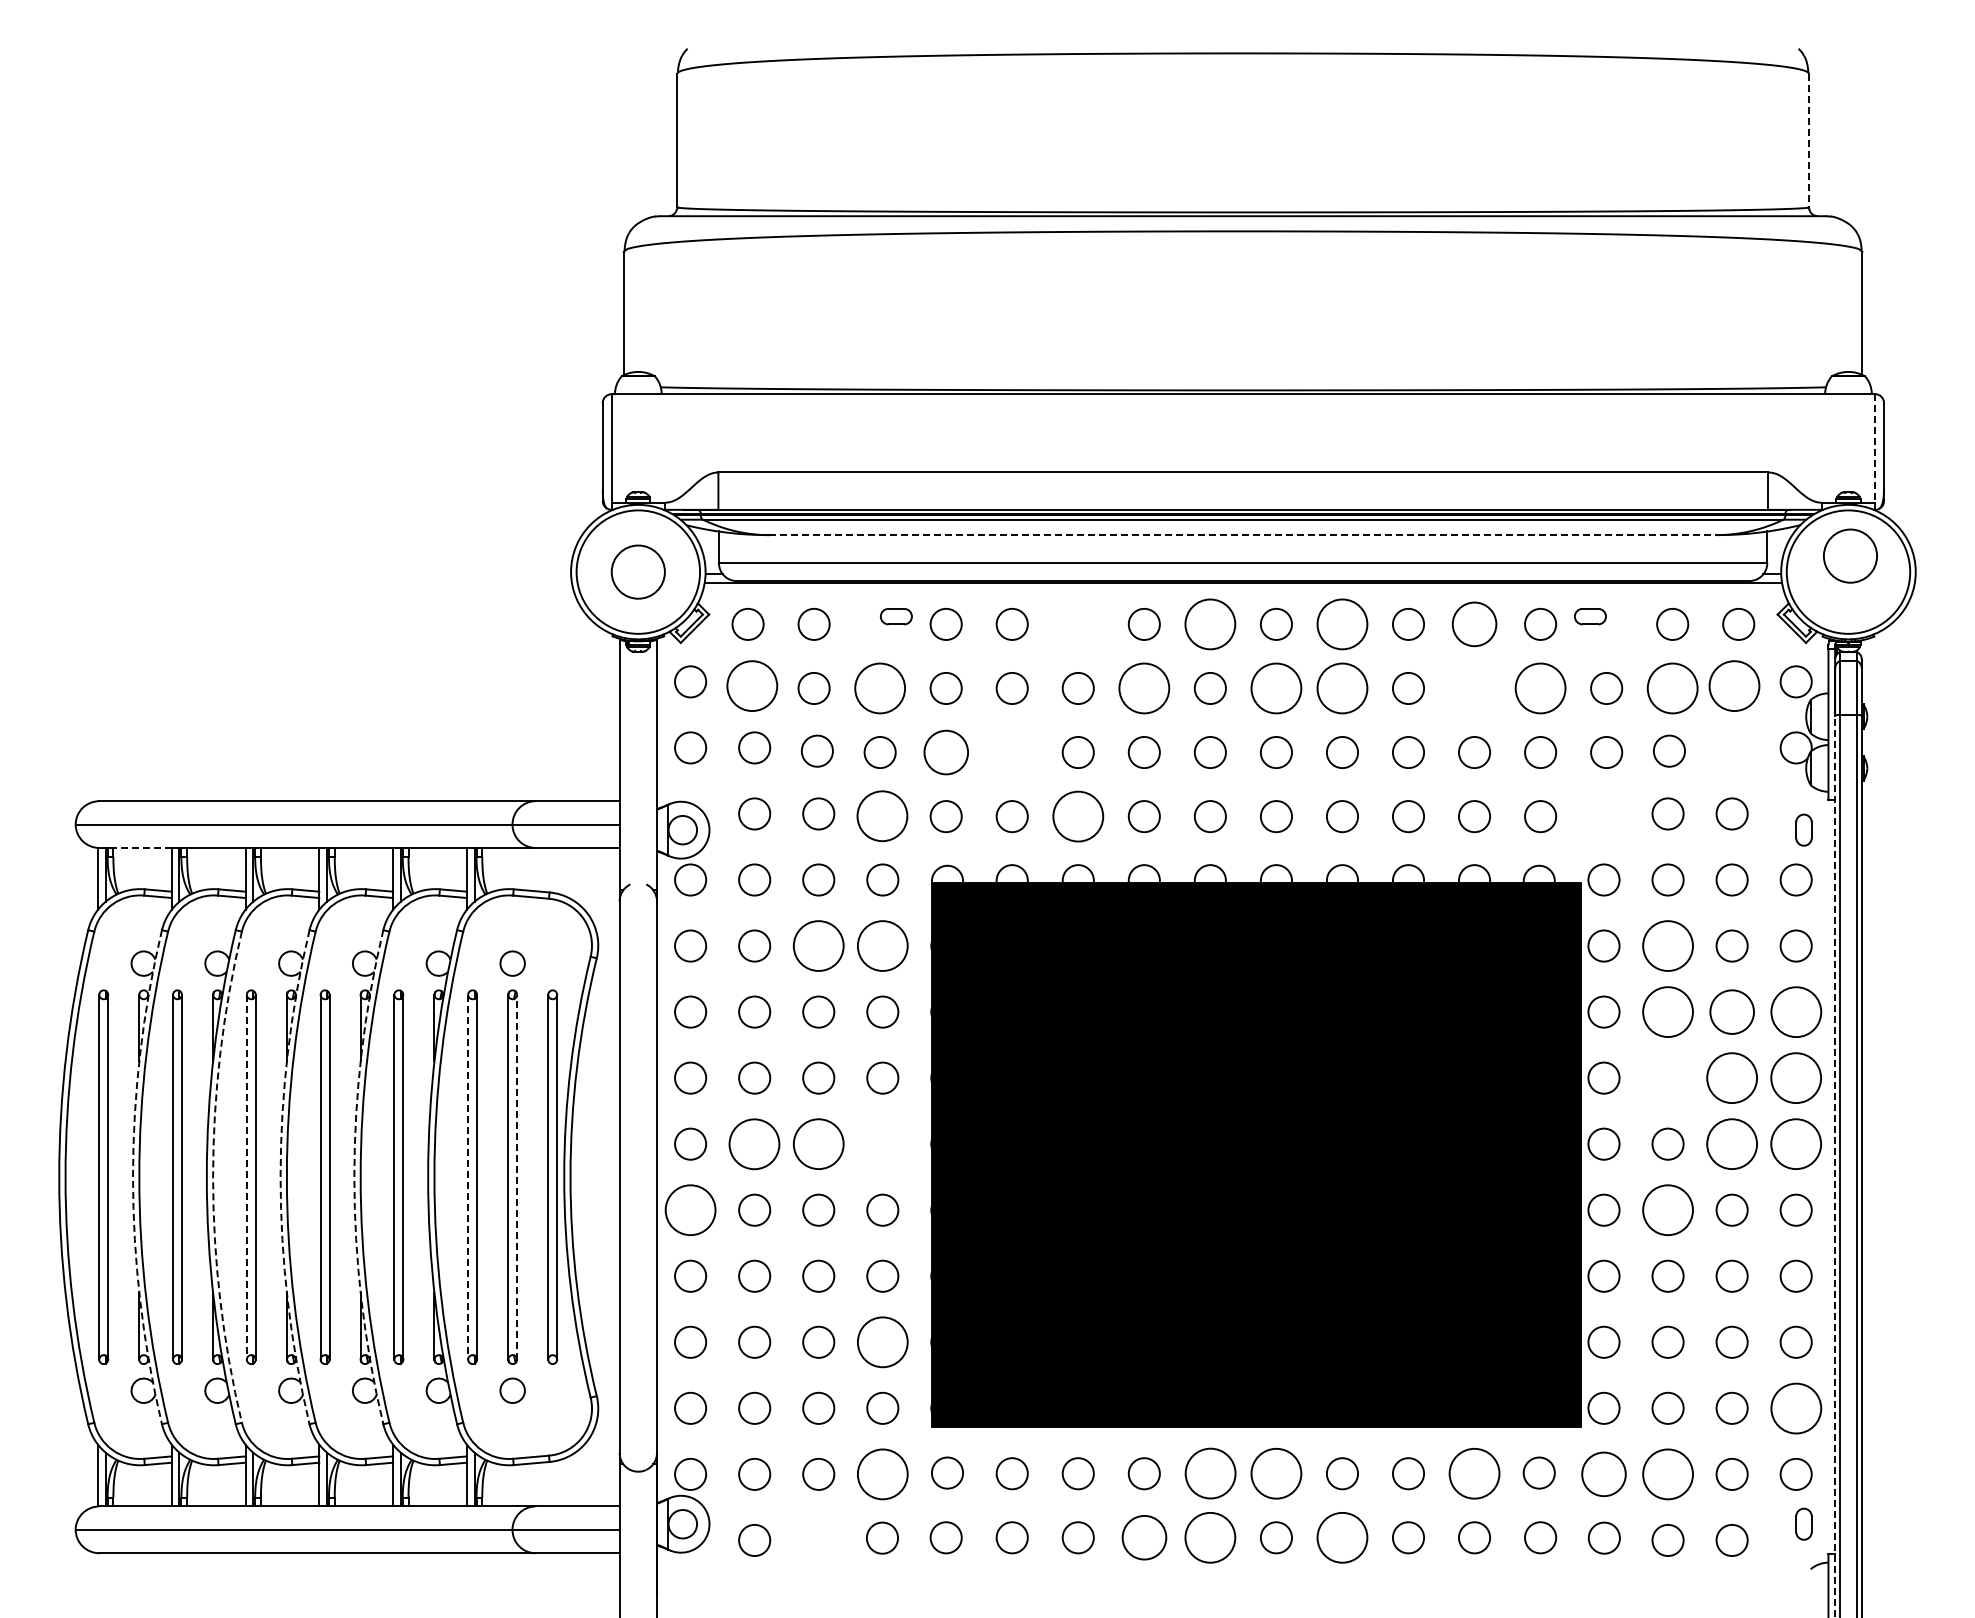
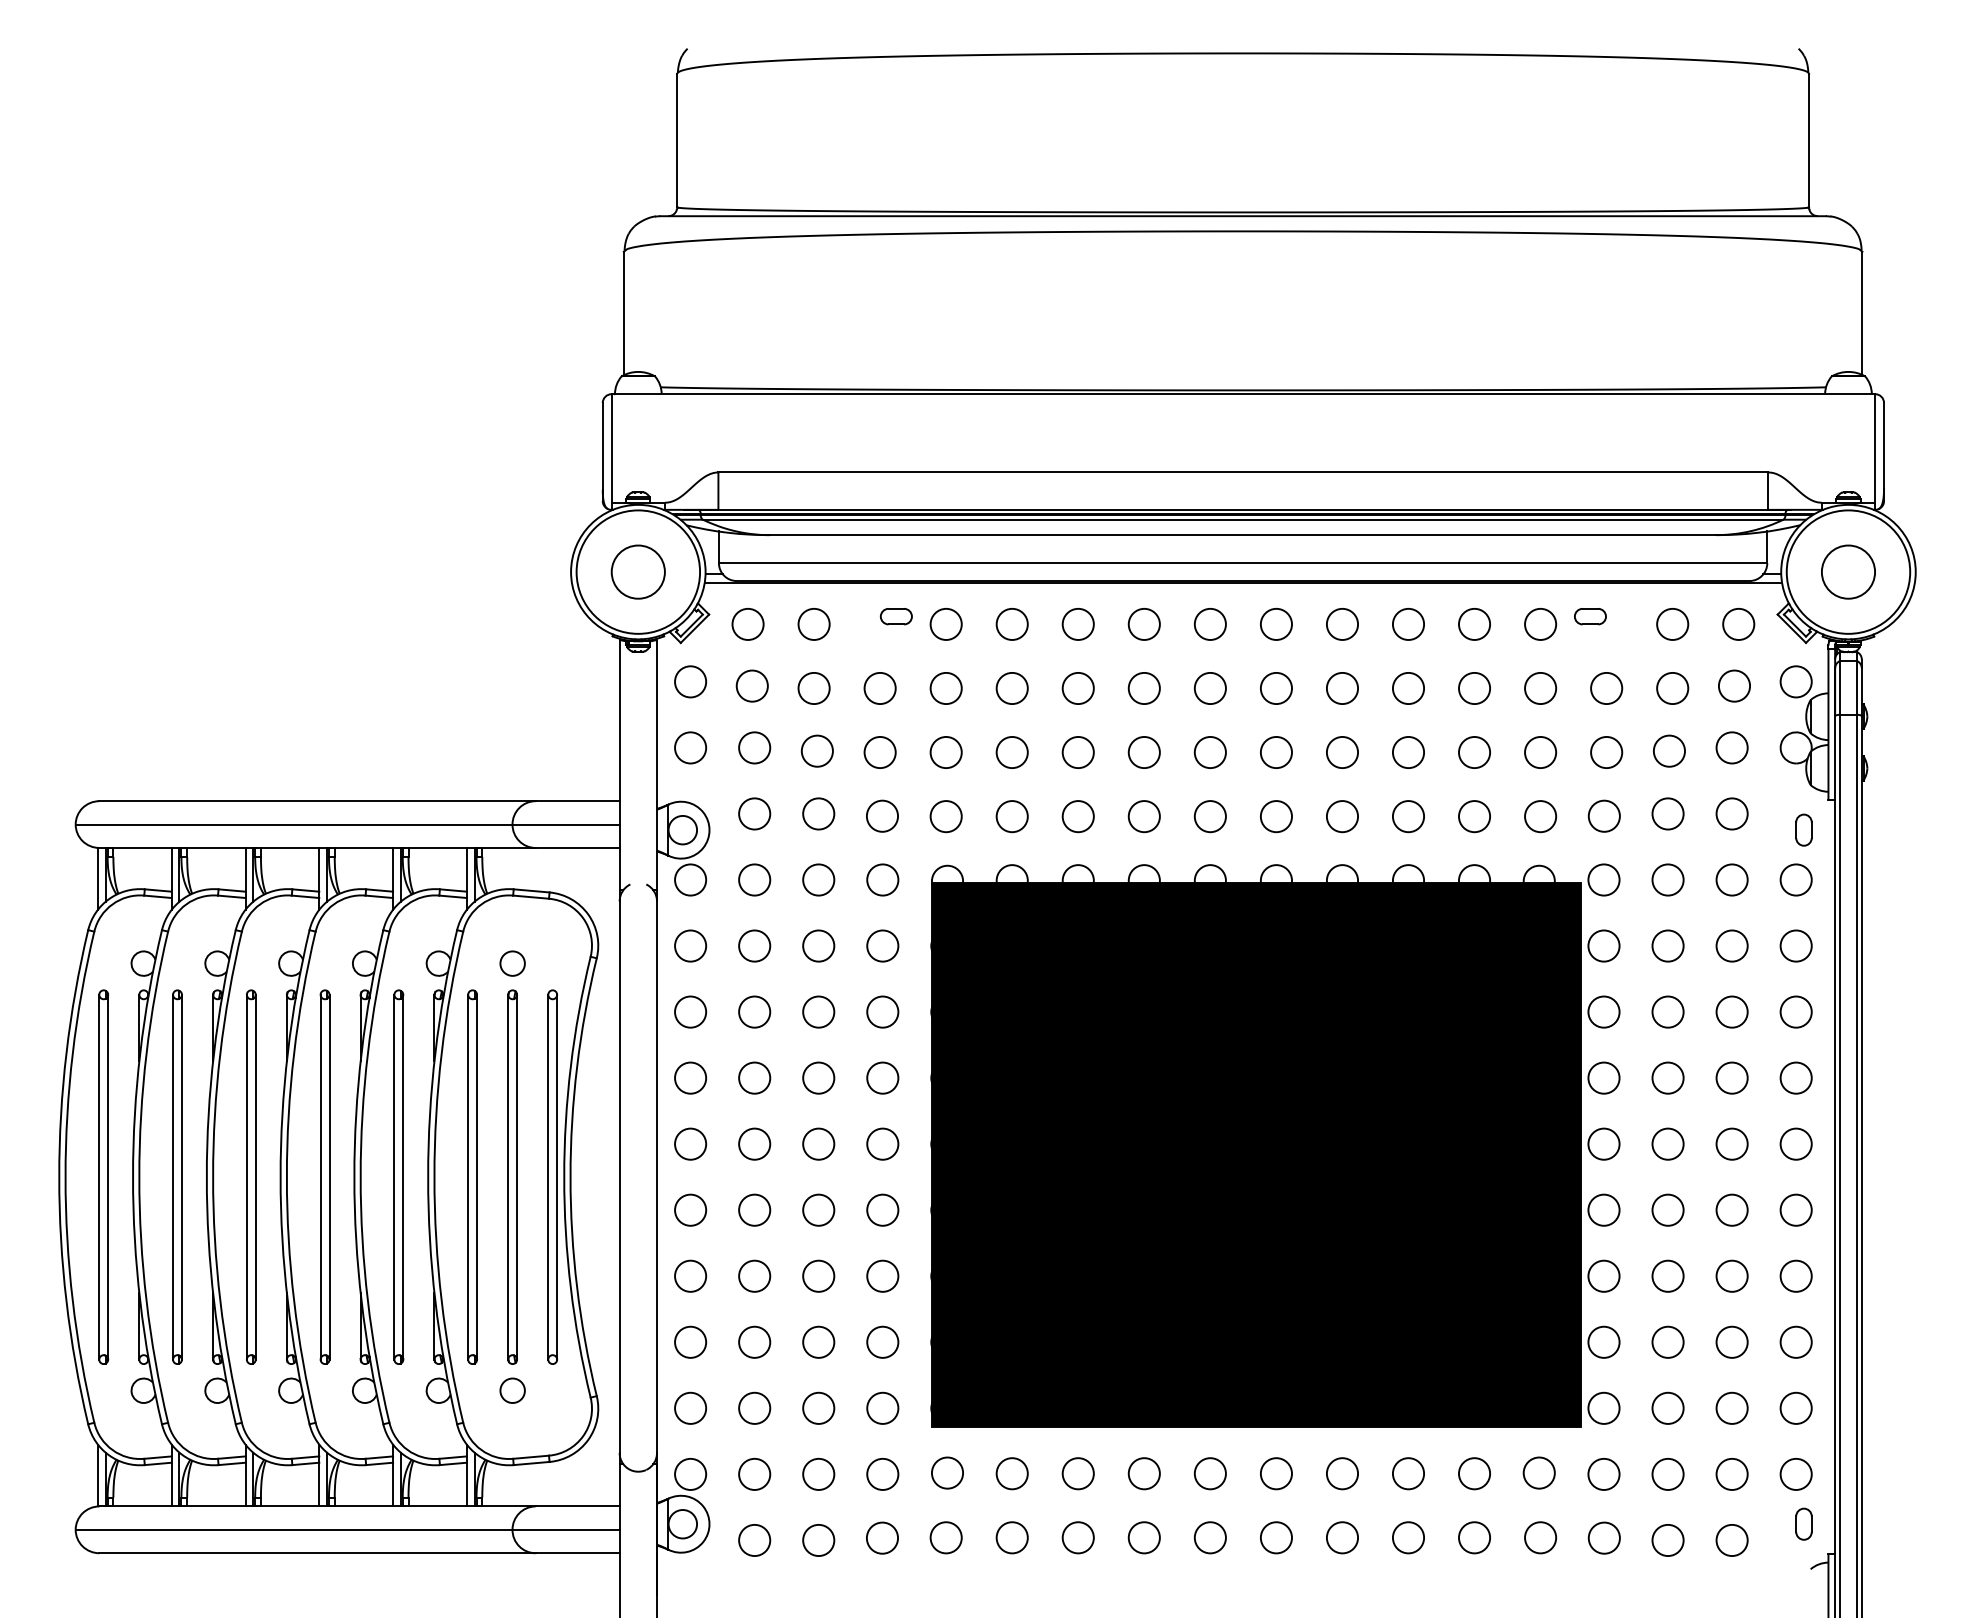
line at (1809, 140): dashed -> solid
line at (1875, 448): dashed -> solid
line at (1243, 535): dashed -> solid
circle at (1850, 555) position: (1850, 555) -> (1848, 571)
circle at (1077, 624): none -> present
circle at (1210, 624) diameter: 50 px -> 31 px
circle at (1342, 624) diameter: 50 px -> 31 px
circle at (1474, 624) size: 47x47 px -> 33x33 px
circle at (752, 686) diameter: 50 px -> 31 px
circle at (1734, 686) diameter: 50 px -> 31 px
circle at (880, 688) diameter: 50 px -> 31 px
circle at (1144, 688) diameter: 50 px -> 31 px
circle at (1276, 688) diameter: 50 px -> 31 px
circle at (1342, 688) diameter: 50 px -> 31 px
circle at (1474, 688): none -> present
circle at (1540, 688) diameter: 50 px -> 31 px
circle at (1672, 688) diameter: 50 px -> 31 px
circle at (1731, 747): none -> present
circle at (945, 752) size: 46x47 px -> 34x33 px
circle at (1011, 752): none -> present
circle at (1603, 815): none -> present
circle at (882, 816) diameter: 50 px -> 31 px
circle at (1078, 816) diameter: 50 px -> 31 px
line at (140, 847): dashed -> solid
circle at (818, 945) diameter: 50 px -> 31 px
circle at (882, 945) diameter: 50 px -> 31 px
circle at (1667, 945) diameter: 50 px -> 31 px
circle at (1731, 1011) size: 46x46 px -> 34x34 px
circle at (1796, 1011) size: 53x52 px -> 34x34 px
circle at (1667, 1012) diameter: 50 px -> 31 px
circle at (1667, 1077): none -> present
circle at (1732, 1078) diameter: 50 px -> 31 px
circle at (1796, 1078) diameter: 50 px -> 31 px
circle at (882, 1143): none -> present
circle at (754, 1144) size: 53x53 px -> 34x34 px
circle at (818, 1144) diameter: 50 px -> 31 px
circle at (1732, 1144) diameter: 50 px -> 31 px
circle at (1796, 1144) diameter: 50 px -> 31 px
line at (1835, 1166): dashed -> solid
line at (517, 1176): dashed -> solid
arc at (133, 1177): dashed -> solid
arc at (213, 1177): dashed -> solid
line at (246, 1177): dashed -> solid
arc at (280, 1177): dashed -> solid
arc at (354, 1177): dashed -> solid
line at (468, 1177): dashed -> solid
circle at (690, 1210) diameter: 50 px -> 31 px
circle at (1667, 1210) diameter: 50 px -> 31 px
circle at (882, 1342) diameter: 50 px -> 31 px
circle at (1796, 1408) size: 53x53 px -> 34x34 px
circle at (1210, 1473) size: 53x53 px -> 34x34 px
circle at (1276, 1473) diameter: 50 px -> 31 px
circle at (1474, 1473) diameter: 50 px -> 31 px
circle at (882, 1474) diameter: 50 px -> 31 px
circle at (1603, 1474) size: 46x47 px -> 34x33 px
circle at (1667, 1474) diameter: 50 px -> 31 px
circle at (1144, 1537) size: 47x46 px -> 34x34 px
circle at (1210, 1537) diameter: 50 px -> 31 px
circle at (1342, 1537) diameter: 50 px -> 31 px
circle at (818, 1540): none -> present
